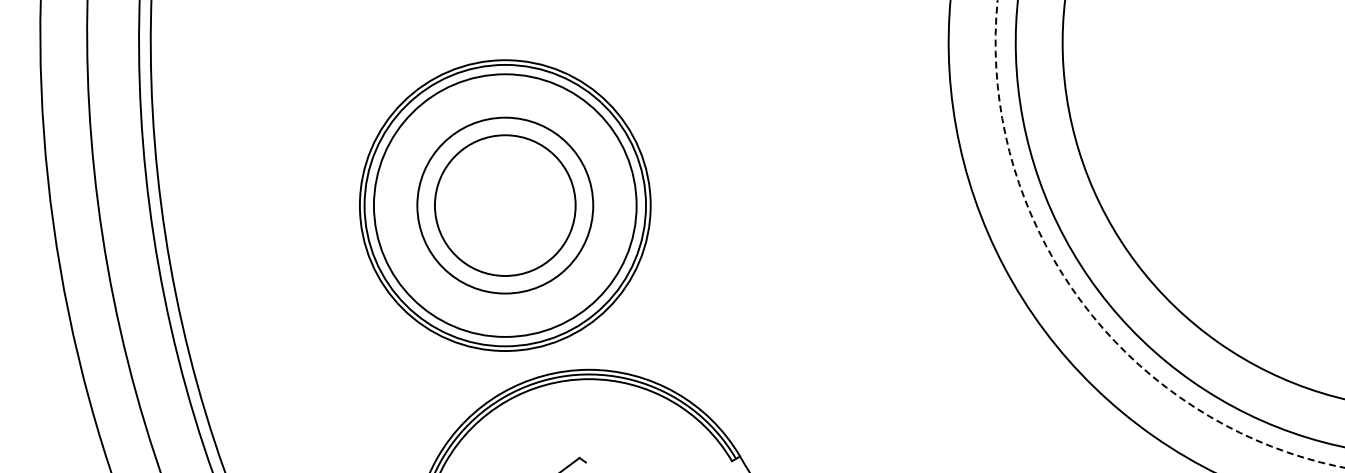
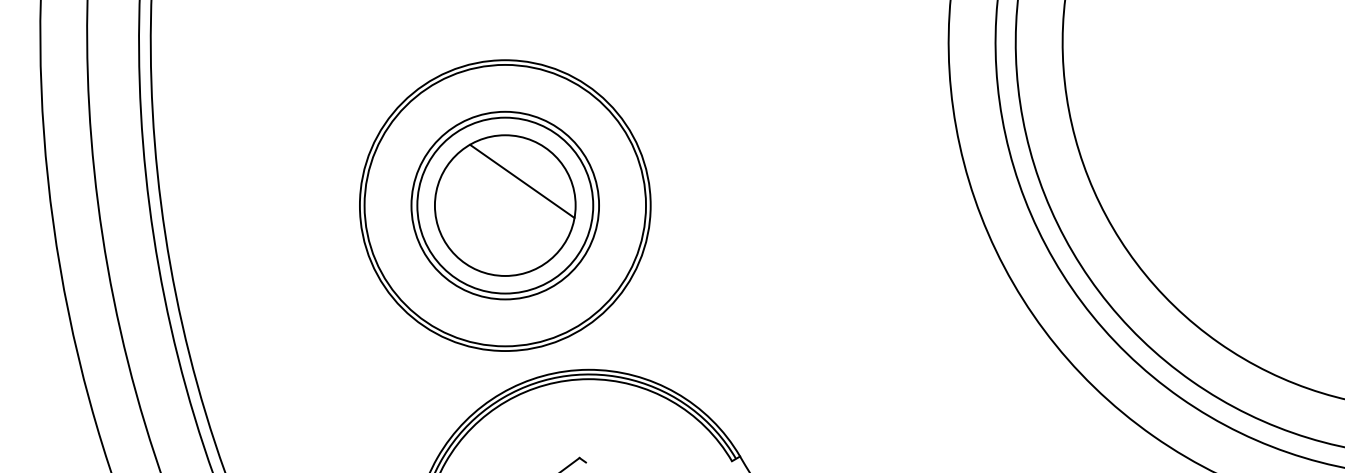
line at (522, 180): none -> present
circle at (504, 205) diameter: 263 px -> 188 px
arc at (1082, 303): dashed -> solid
